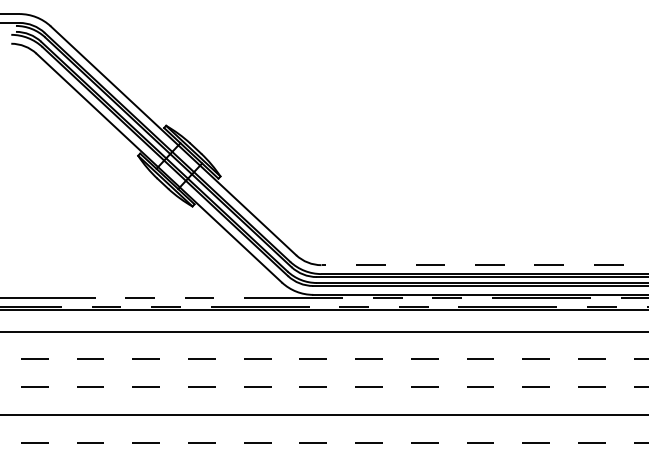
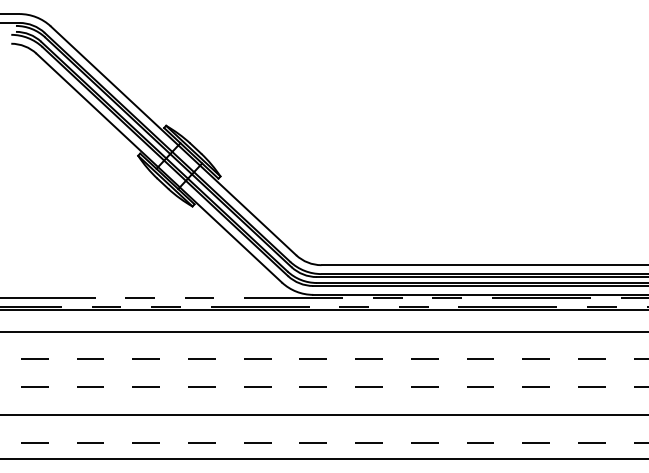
line at (484, 265): dashed -> solid
line at (323, 458): none -> present
